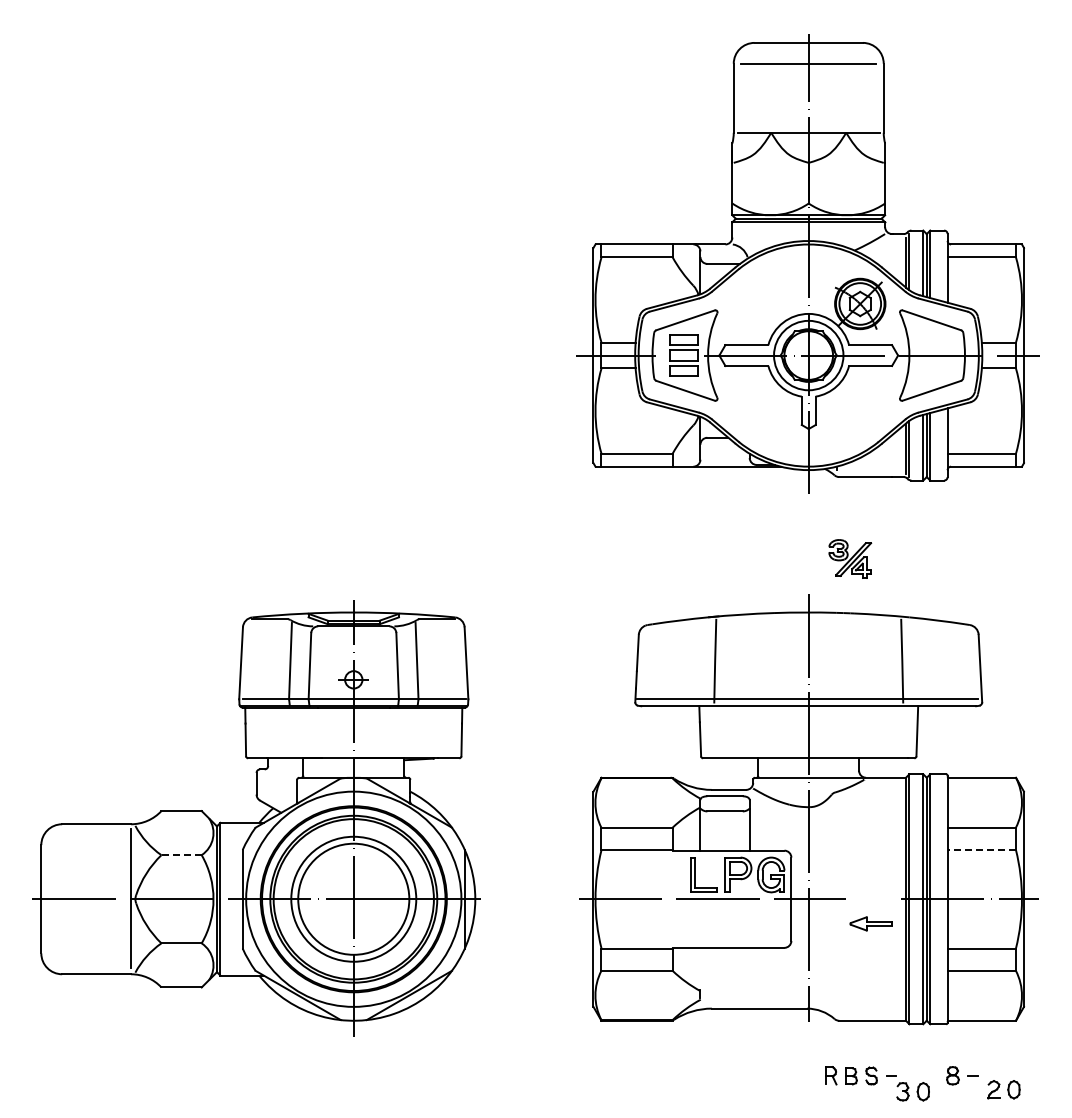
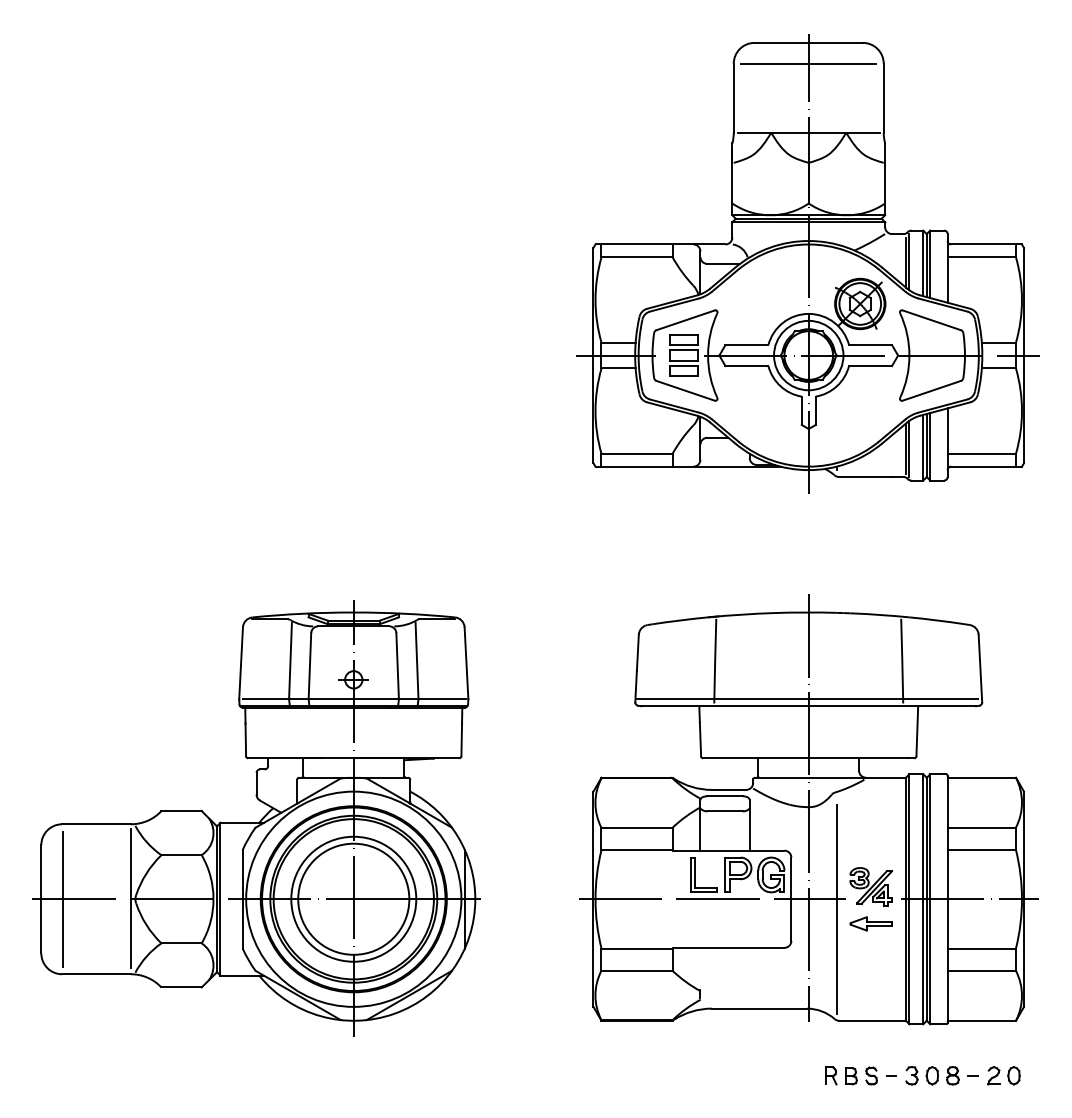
part at (850, 558) position: (850, 558) -> (871, 886)
line at (981, 850): dashed -> solid
line at (181, 855): dashed -> solid
line at (62, 898): none -> present
line at (836, 908): none -> present
part at (1003, 1089) position: (1003, 1089) -> (1003, 1075)
part at (912, 1091) position: (912, 1091) -> (921, 1075)
